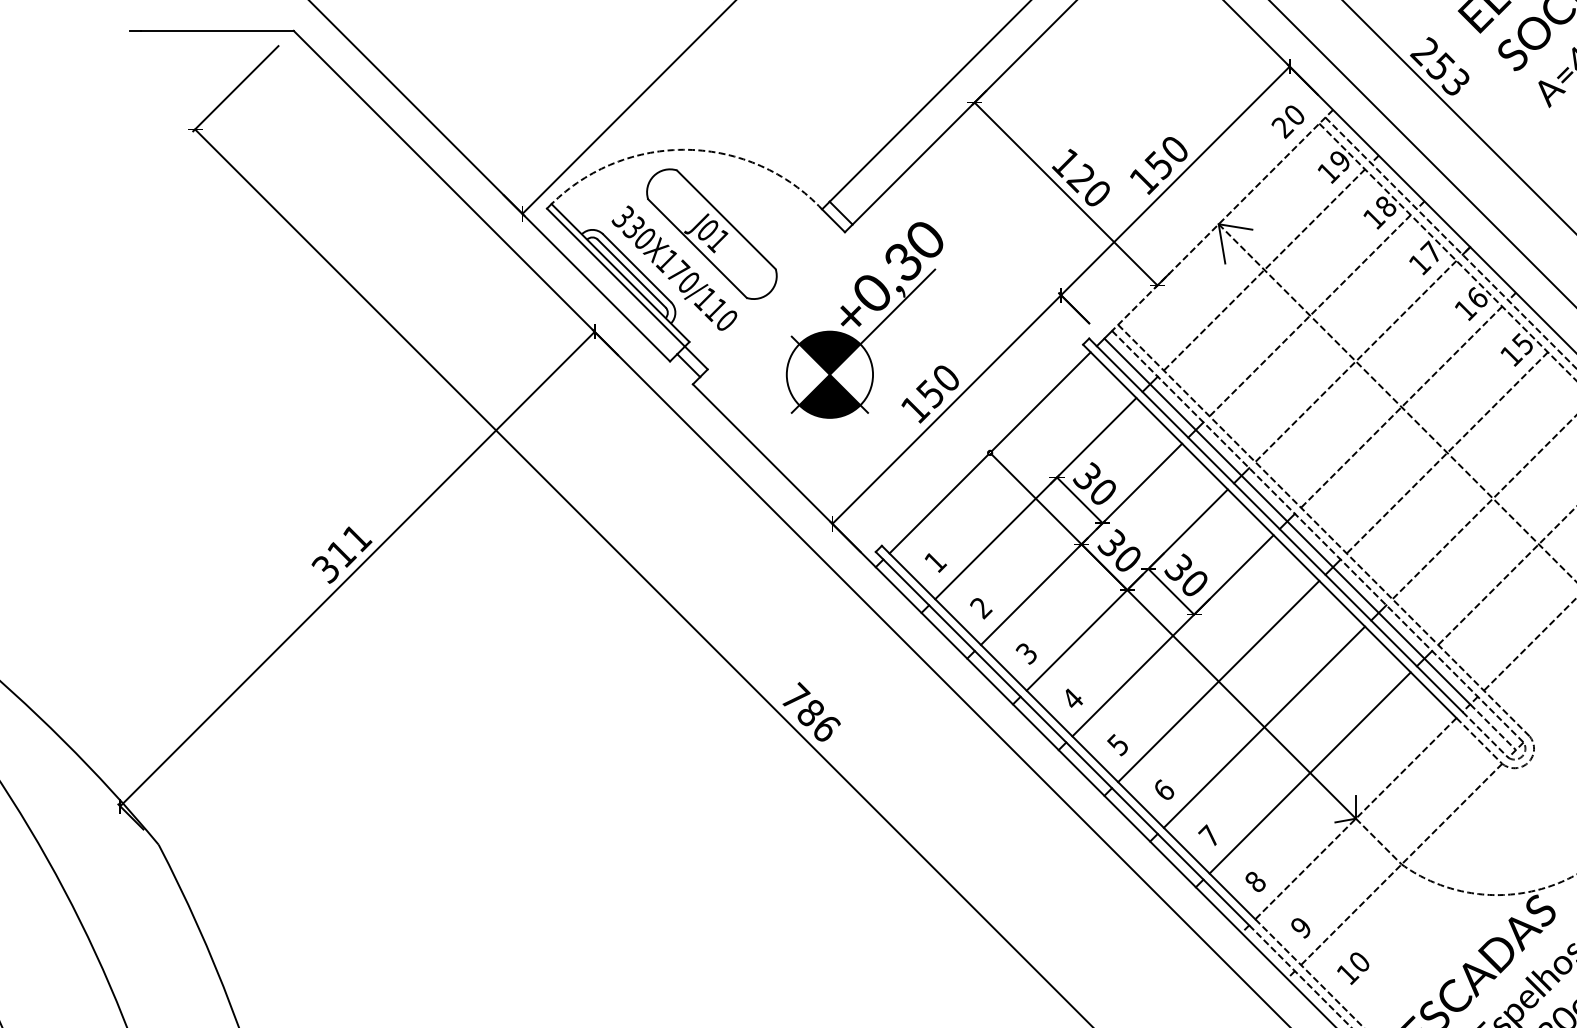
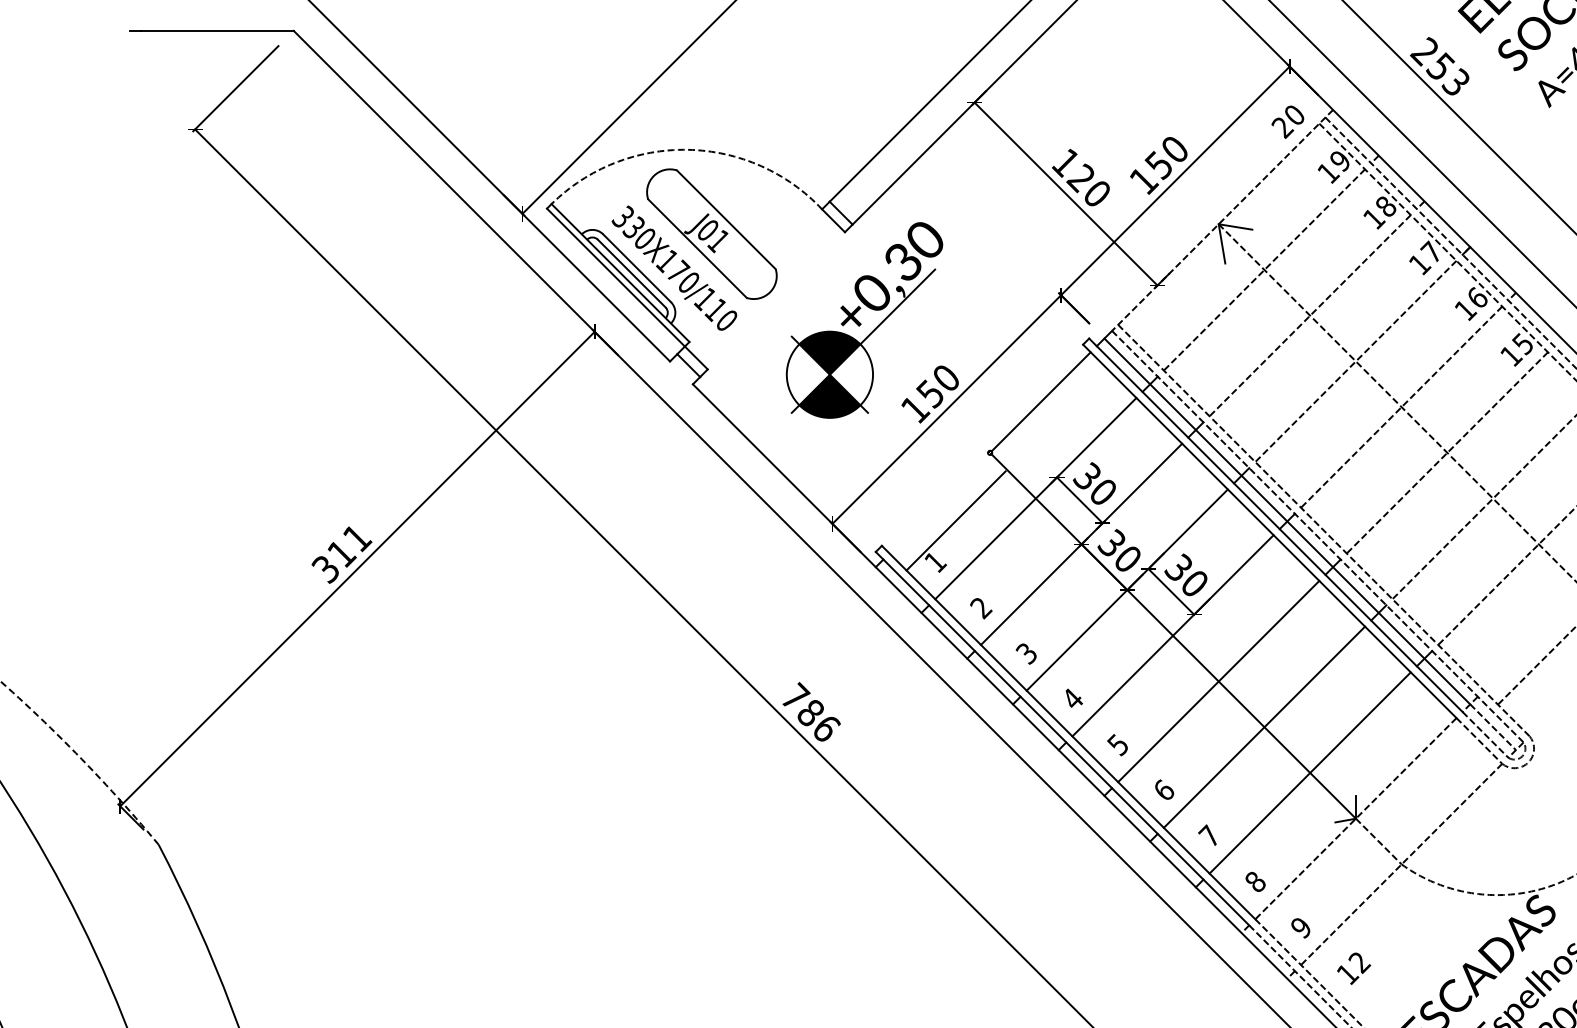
line at (938, 503) position: (938, 503) -> (955, 520)
line at (1528, 645) position: (1528, 645) -> (1535, 666)
arc at (81, 759): solid -> dashed
text at (1359, 962): 10 -> 12
